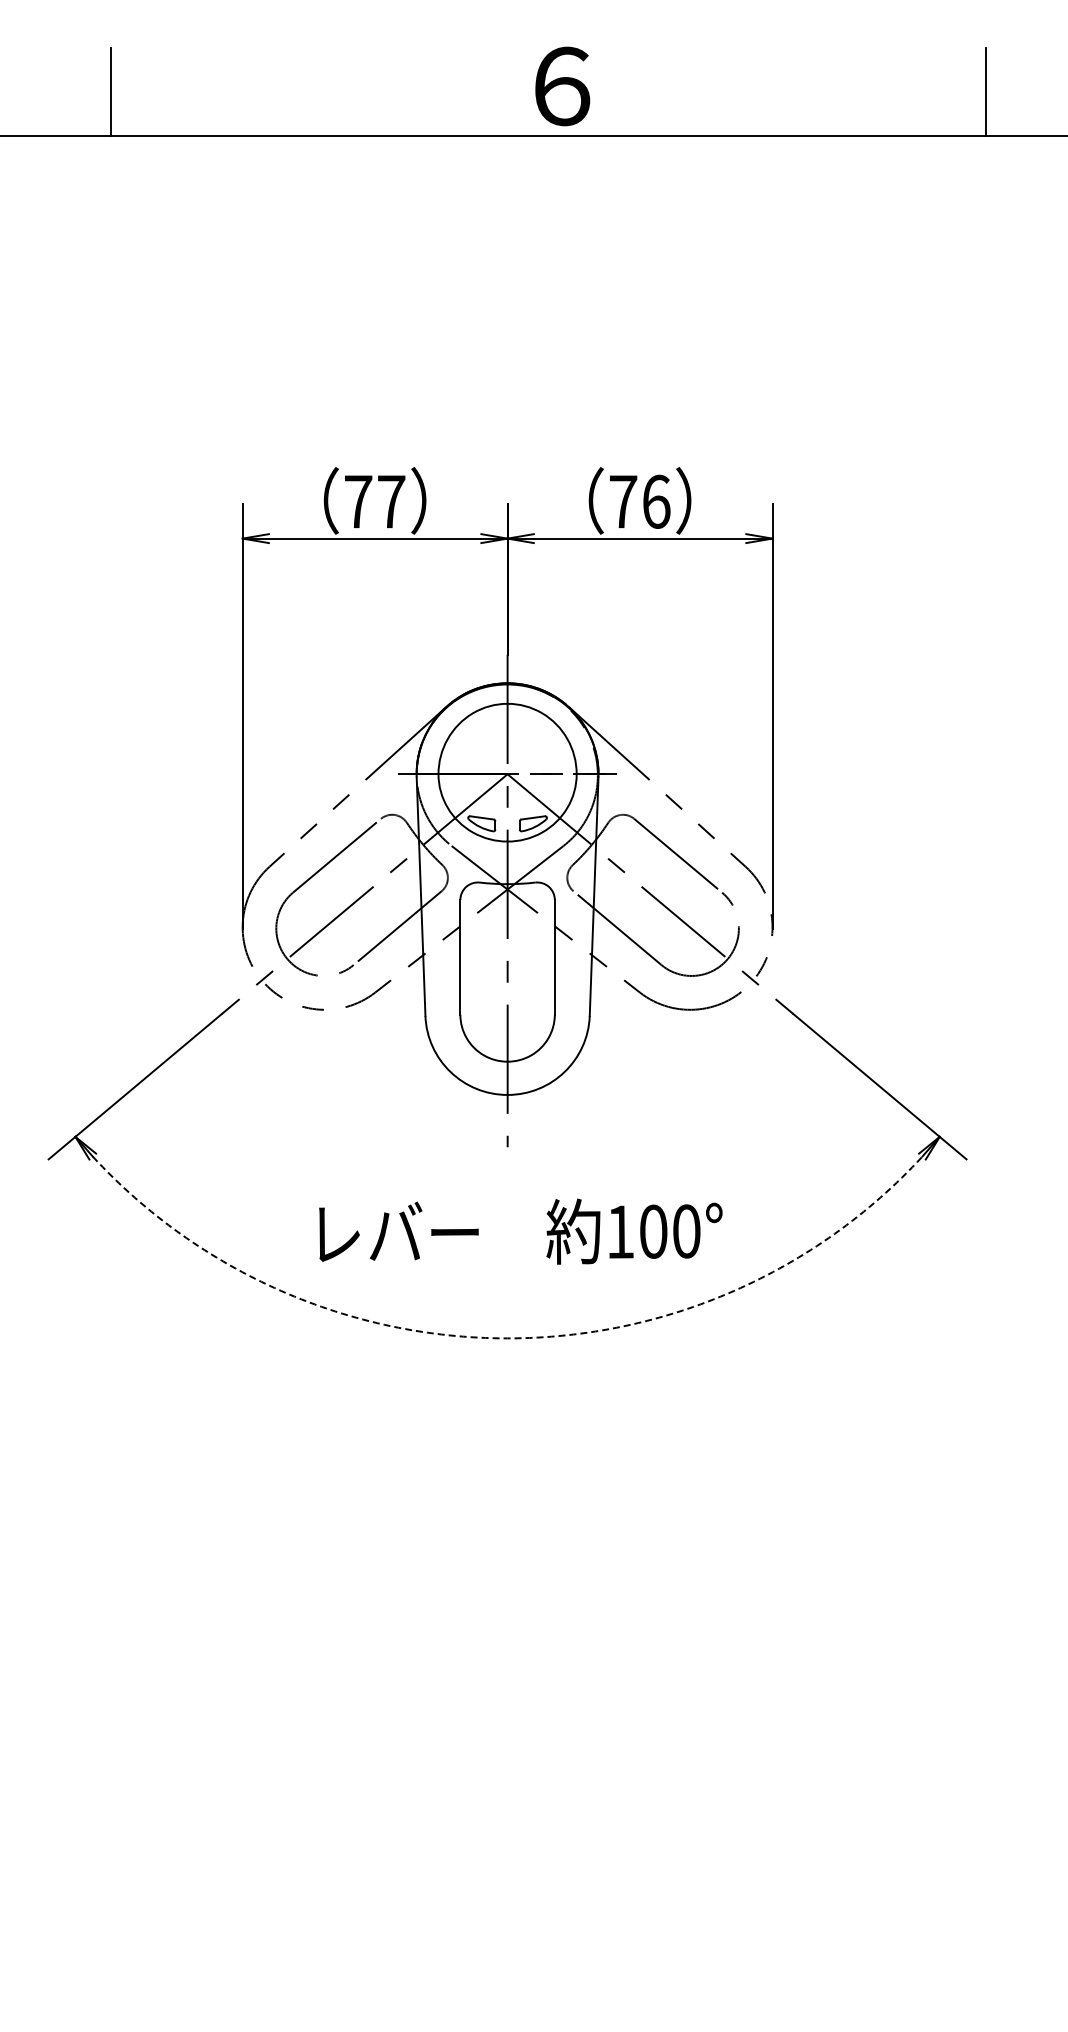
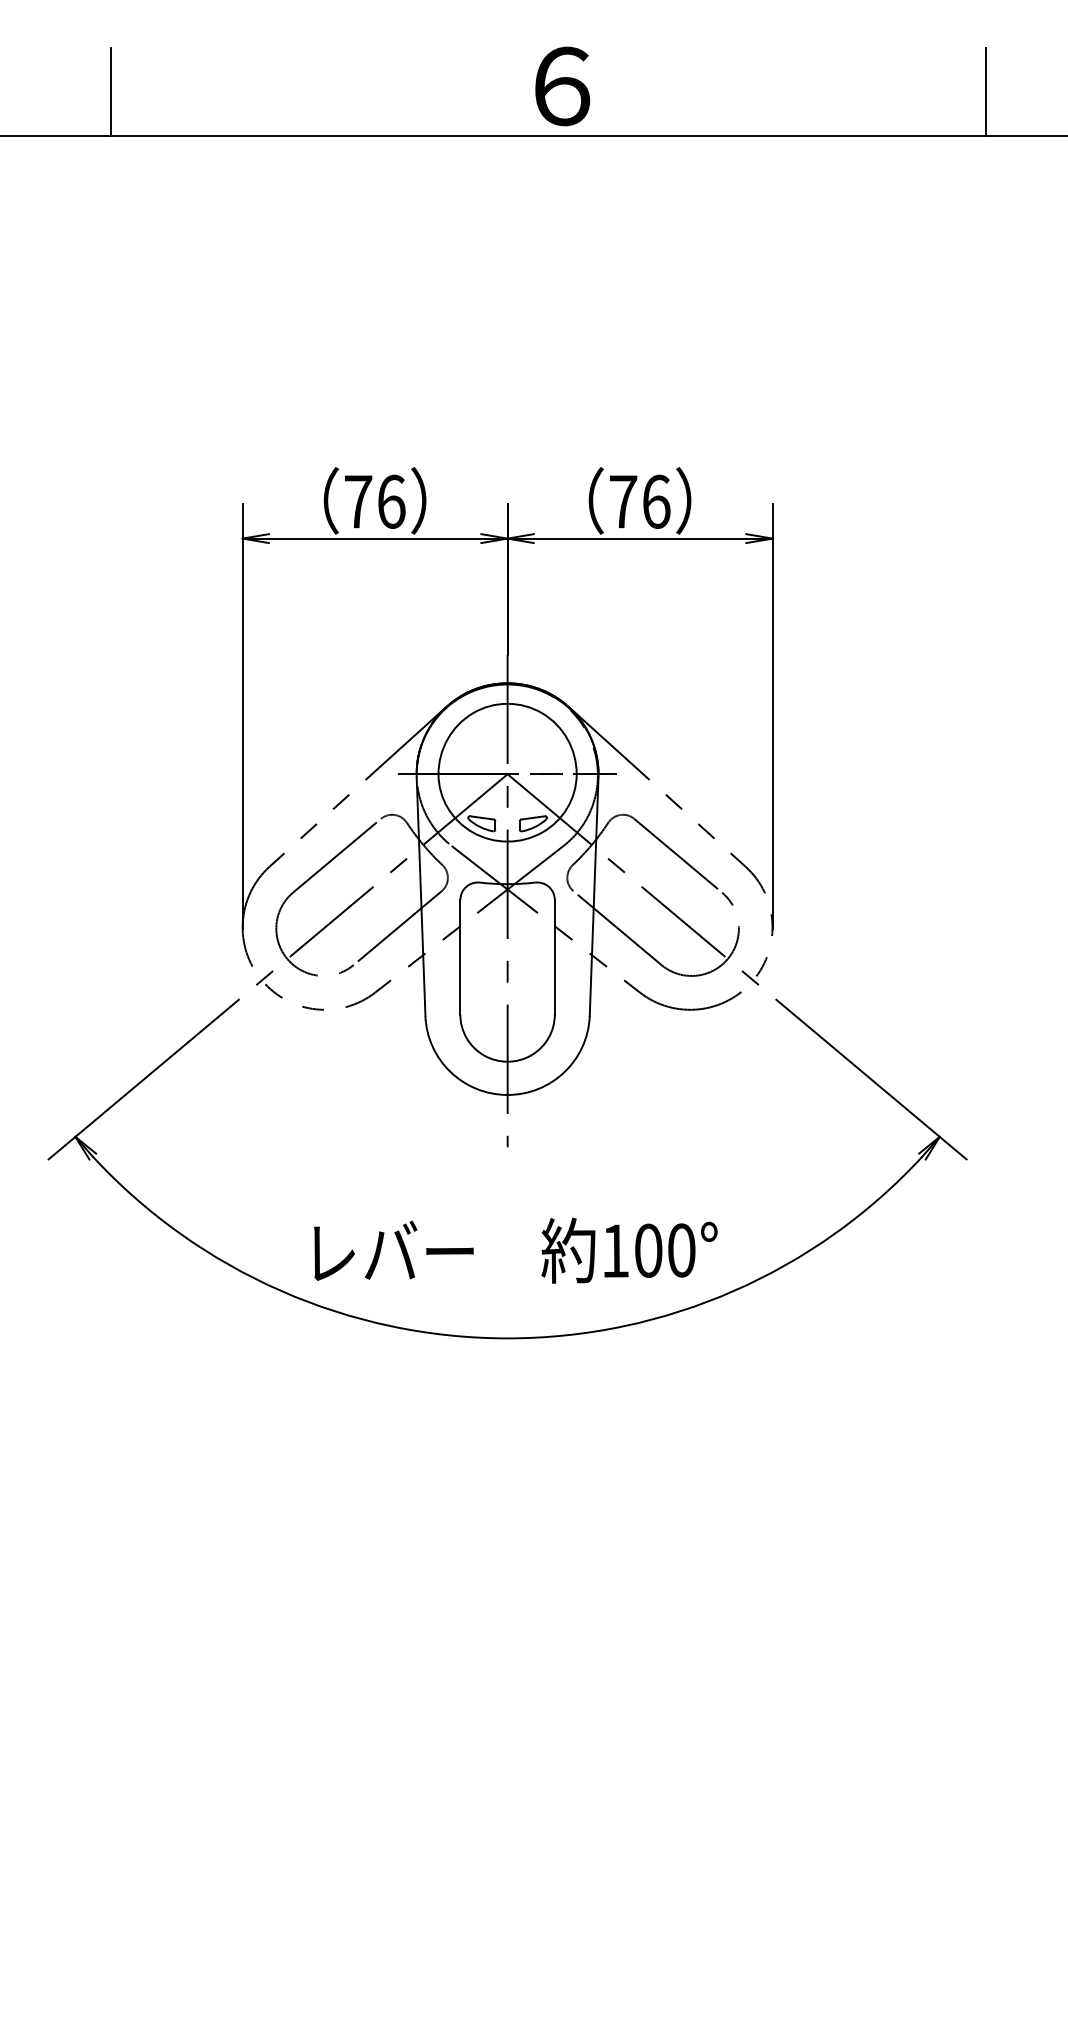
text at (391, 501): 77 -> 76
text at (520, 1231) position: (520, 1231) -> (515, 1250)
arc at (507, 1338): dashed -> solid
